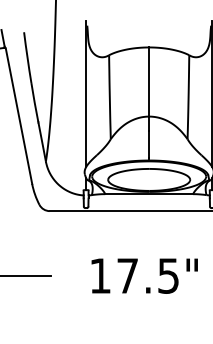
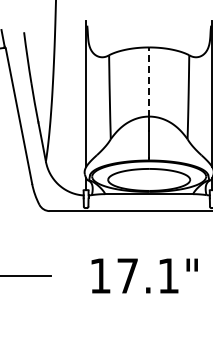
line at (149, 82): solid -> dashed
text at (168, 275): 17.5" -> 17.1"
